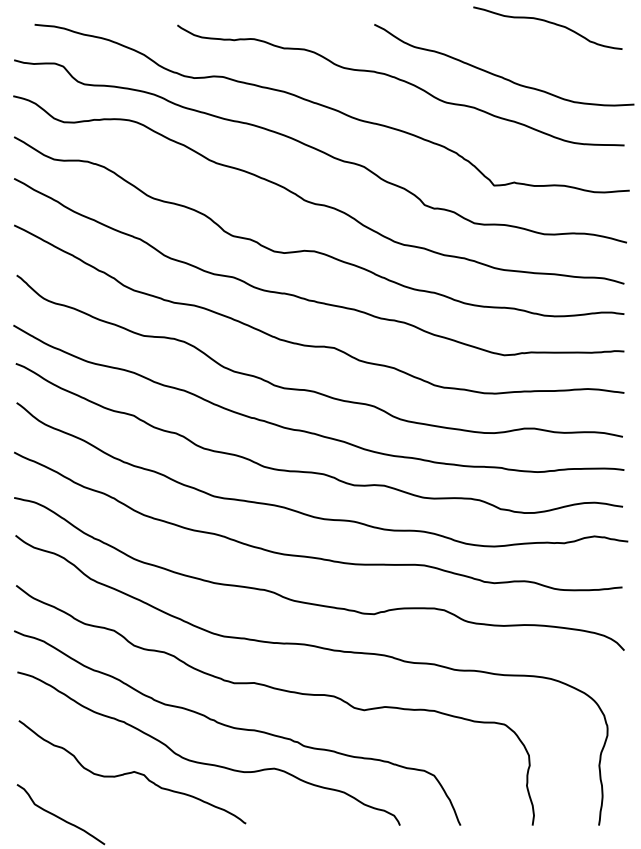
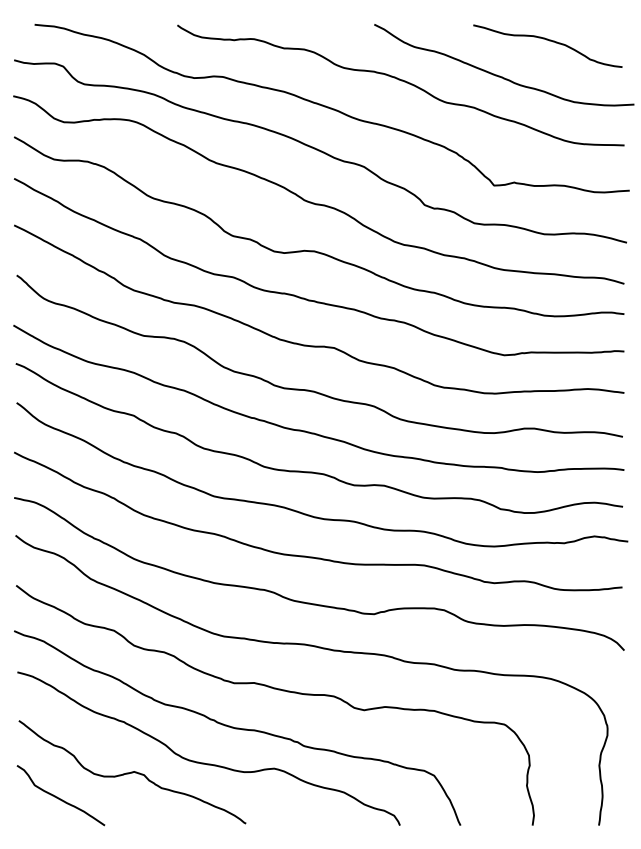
curve at (549, 23) position: (549, 23) -> (549, 41)
curve at (59, 816) position: (59, 816) -> (59, 797)
